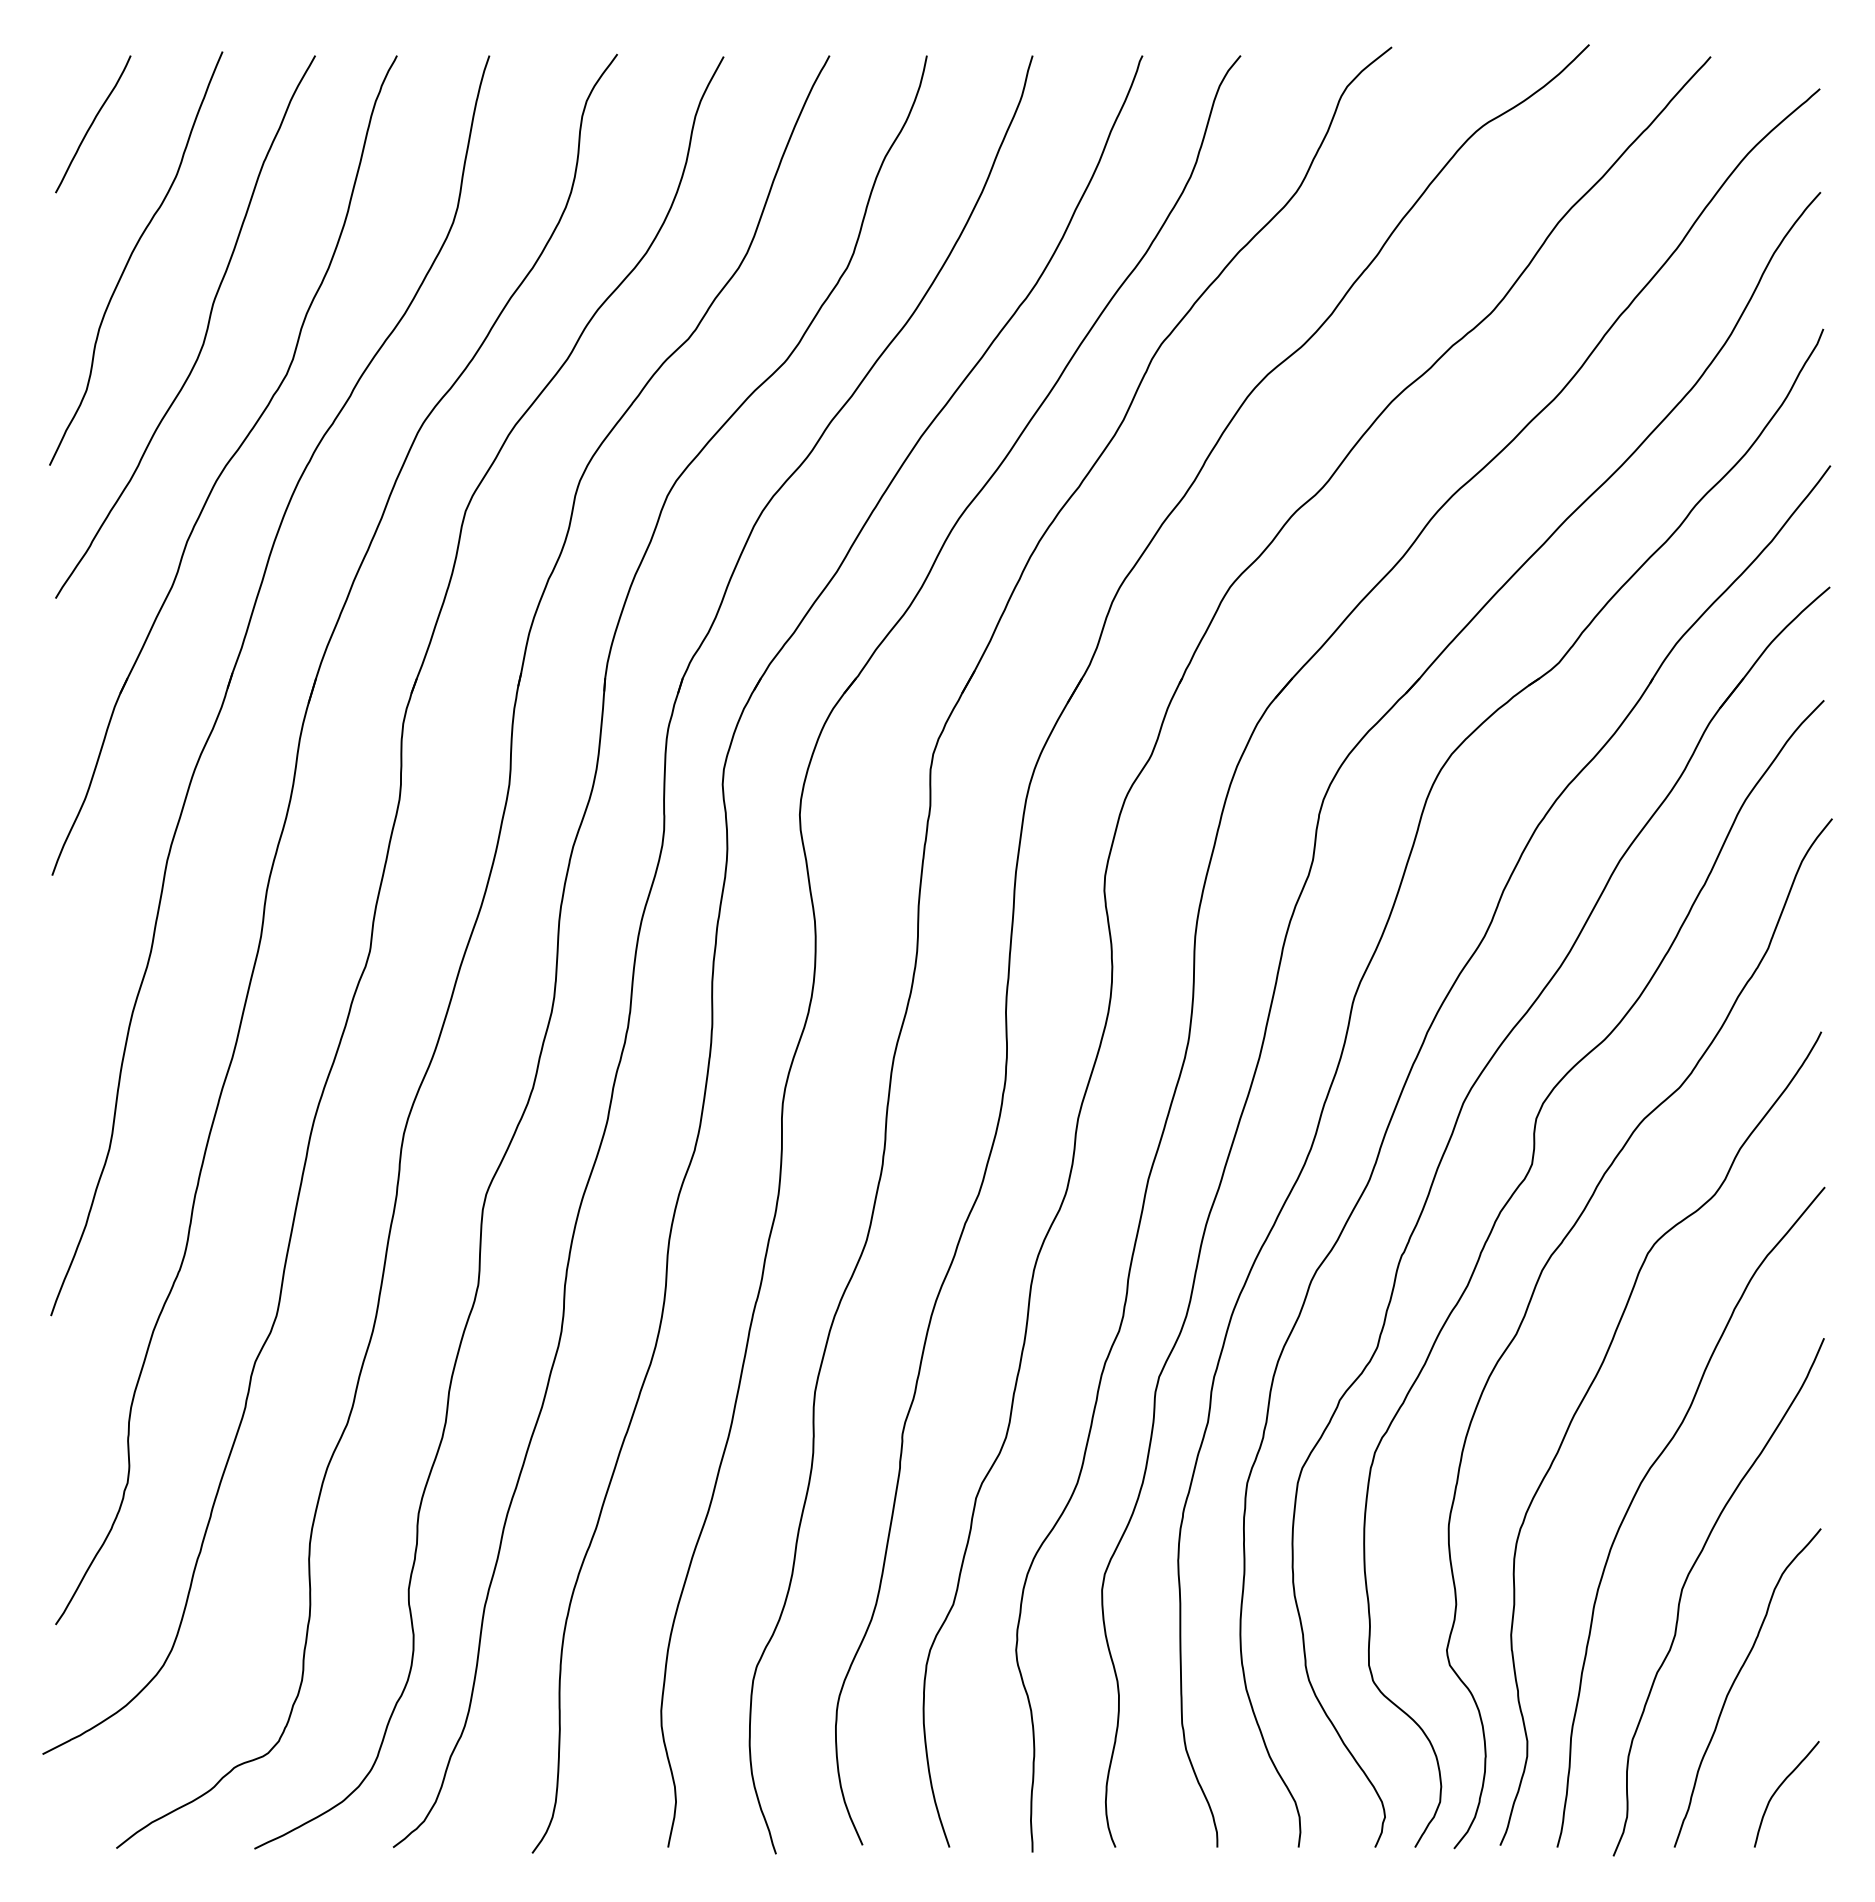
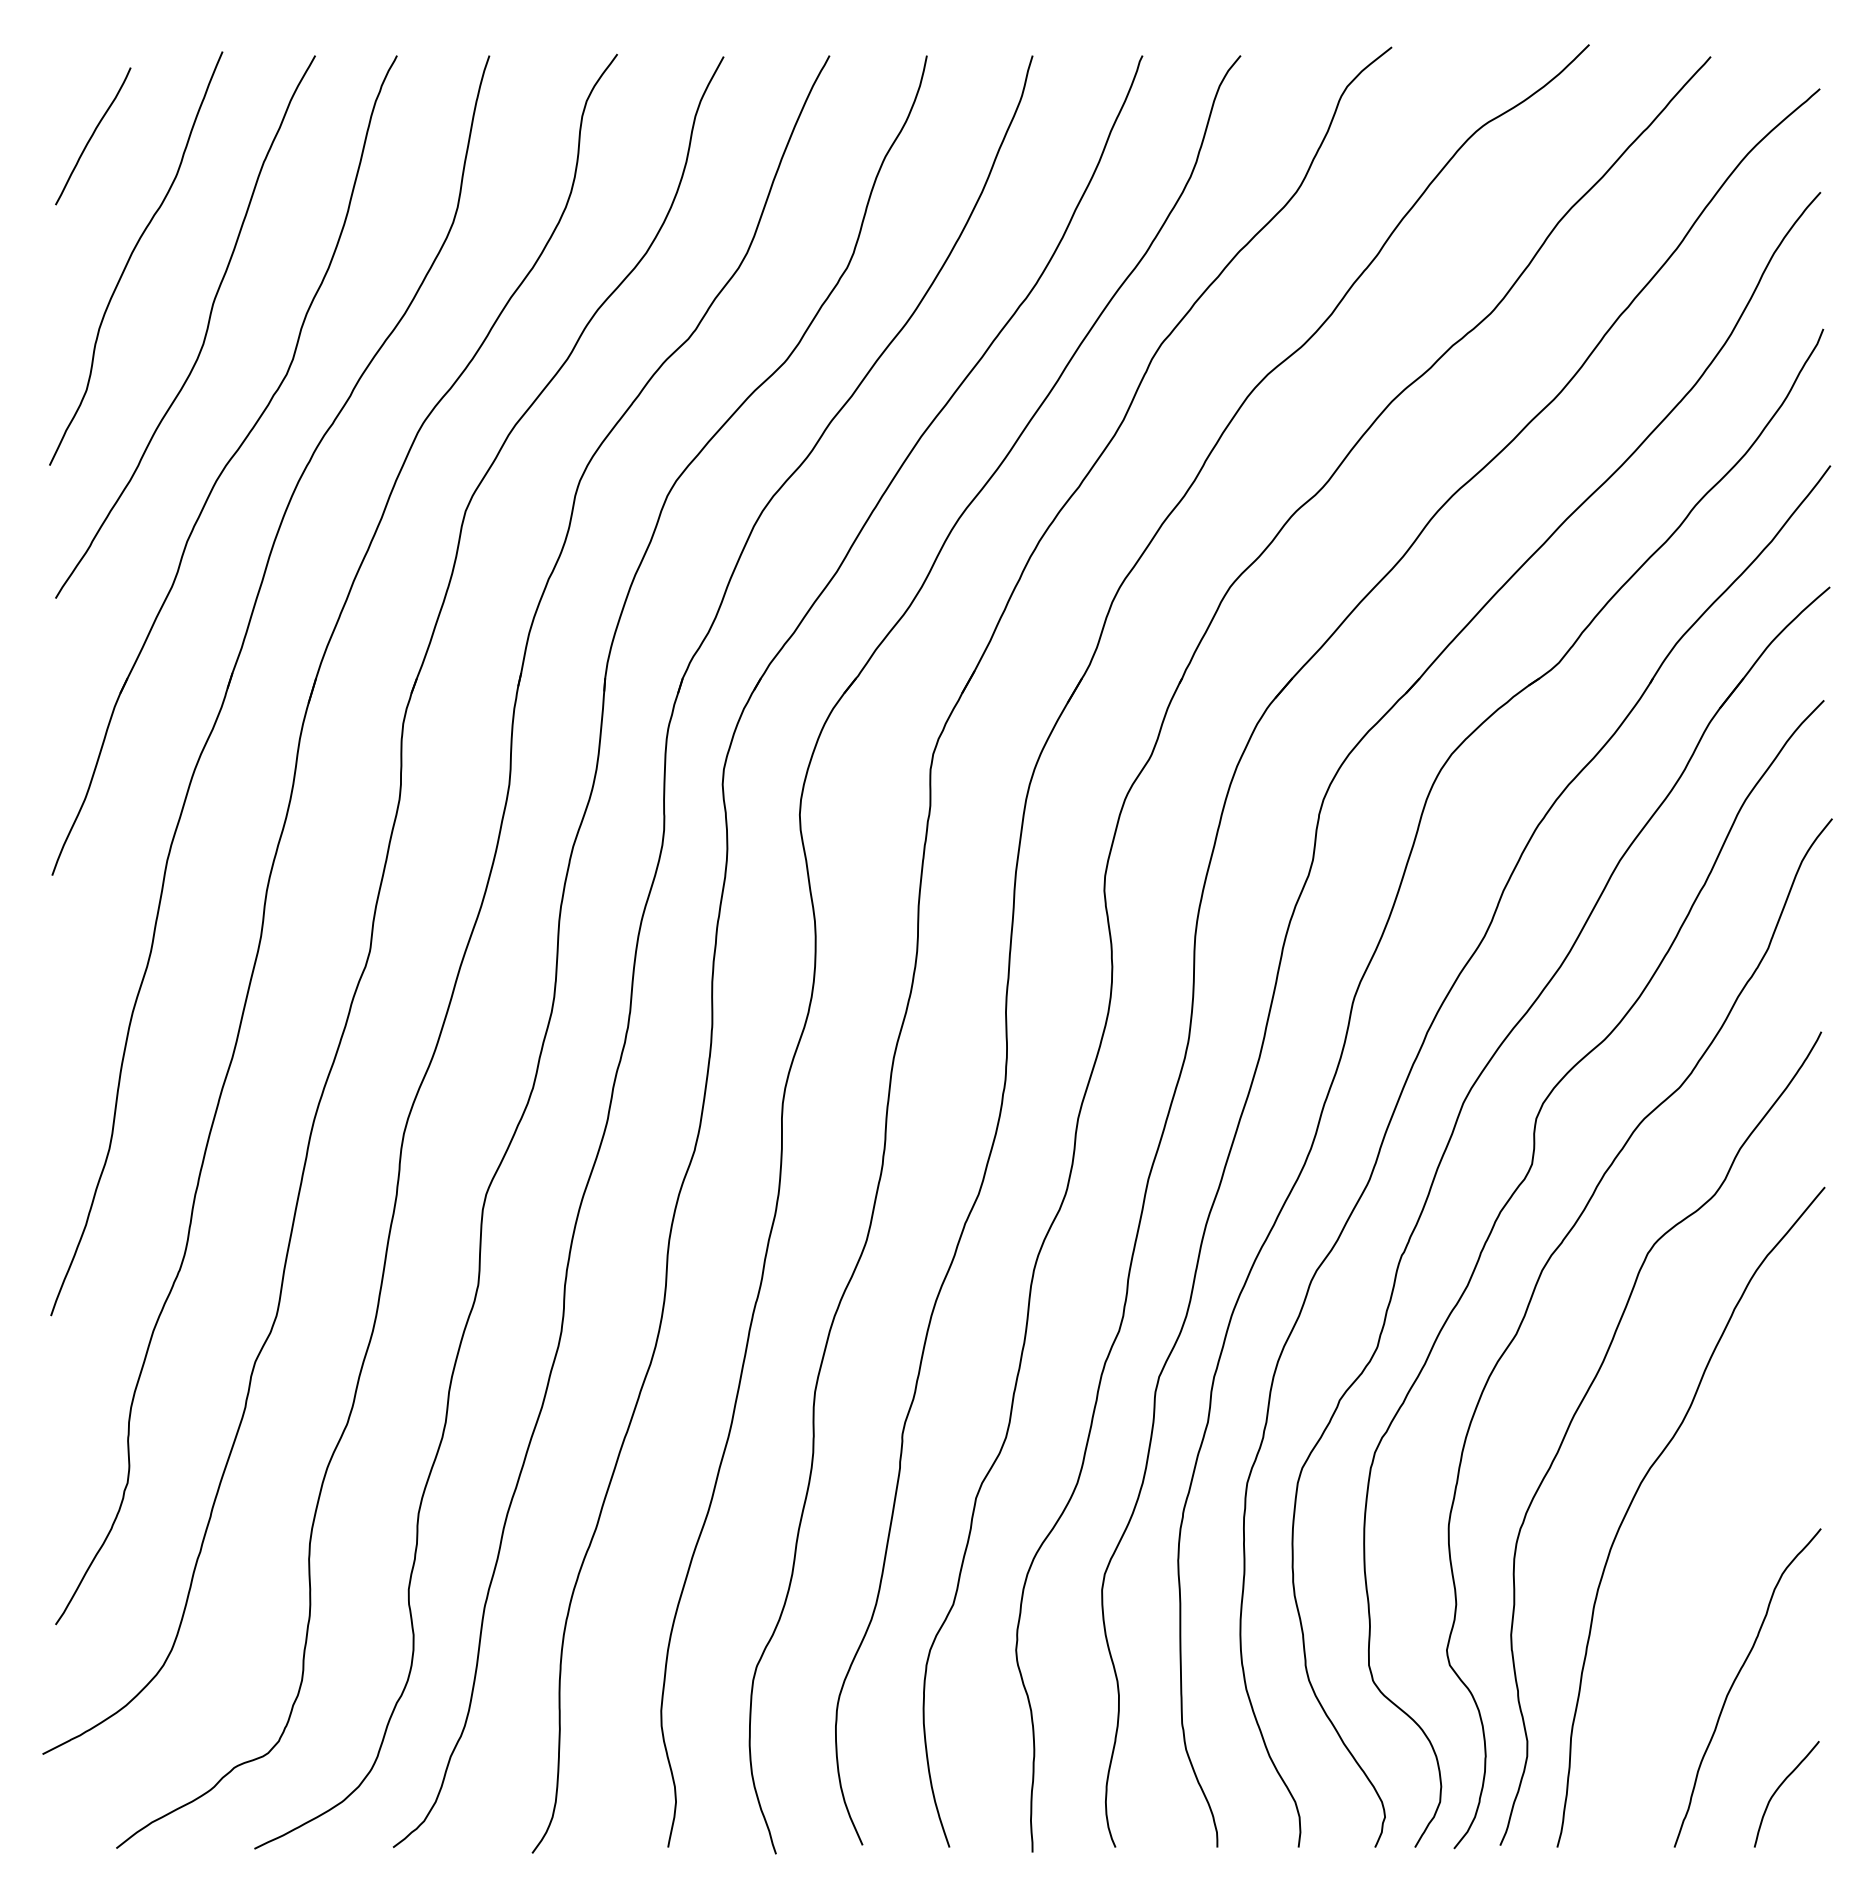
curve at (93, 123) position: (93, 123) -> (93, 135)
curve at (1686, 1582): present -> none
